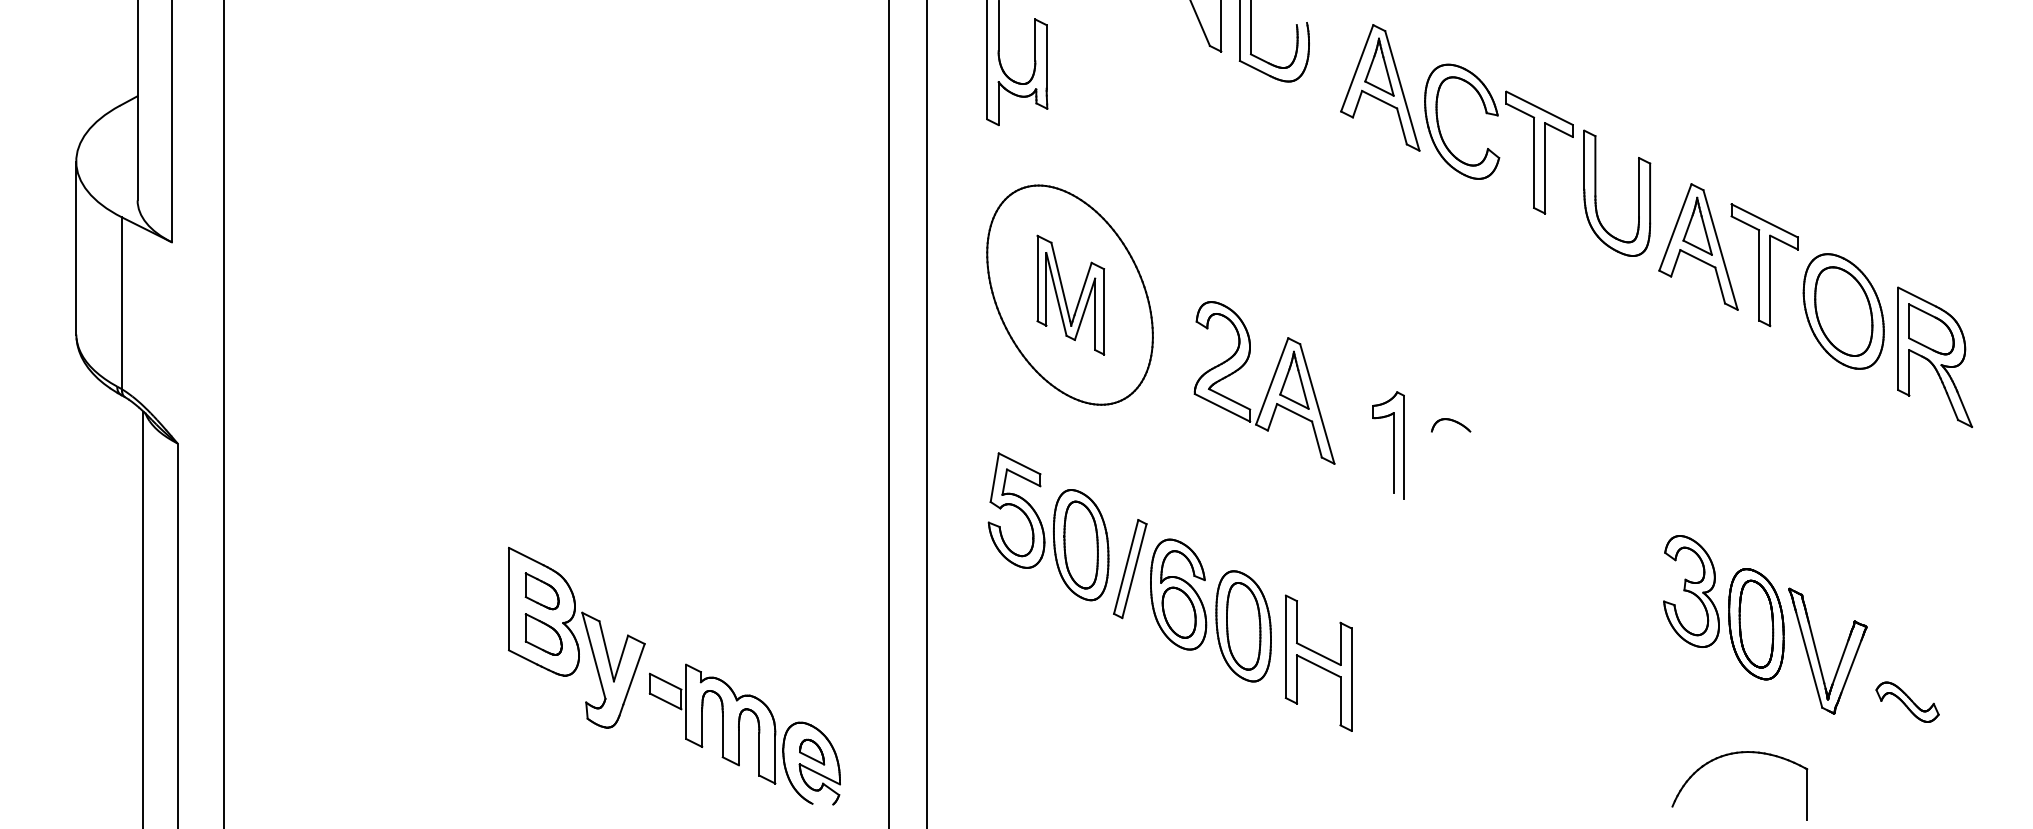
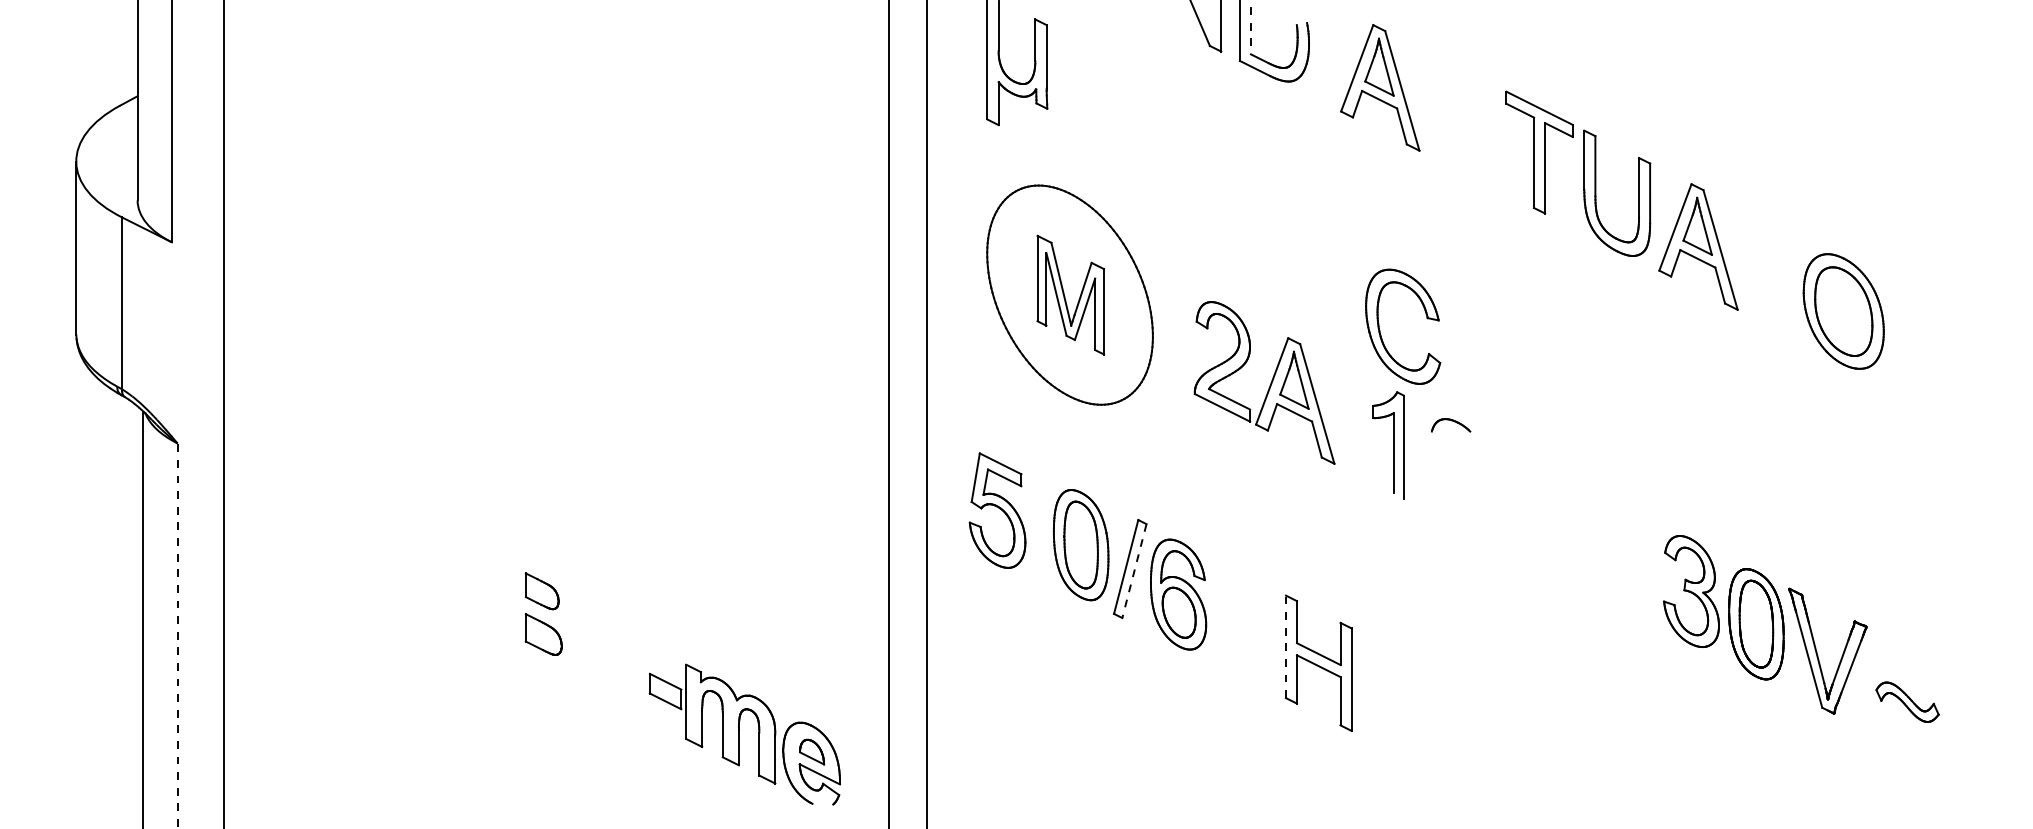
line at (1250, 27): solid -> dashed
part at (1439, 125) position: (1439, 125) -> (1380, 330)
part at (1764, 265): present -> none
part at (1934, 356): present -> none
part at (1016, 510) position: (1016, 510) -> (997, 510)
line at (1134, 571): solid -> dashed
part at (1243, 626): present -> none
line at (177, 635): solid -> dashed
part at (576, 637): present -> none
line at (1285, 646): solid -> dashed
part at (1734, 754): present -> none
